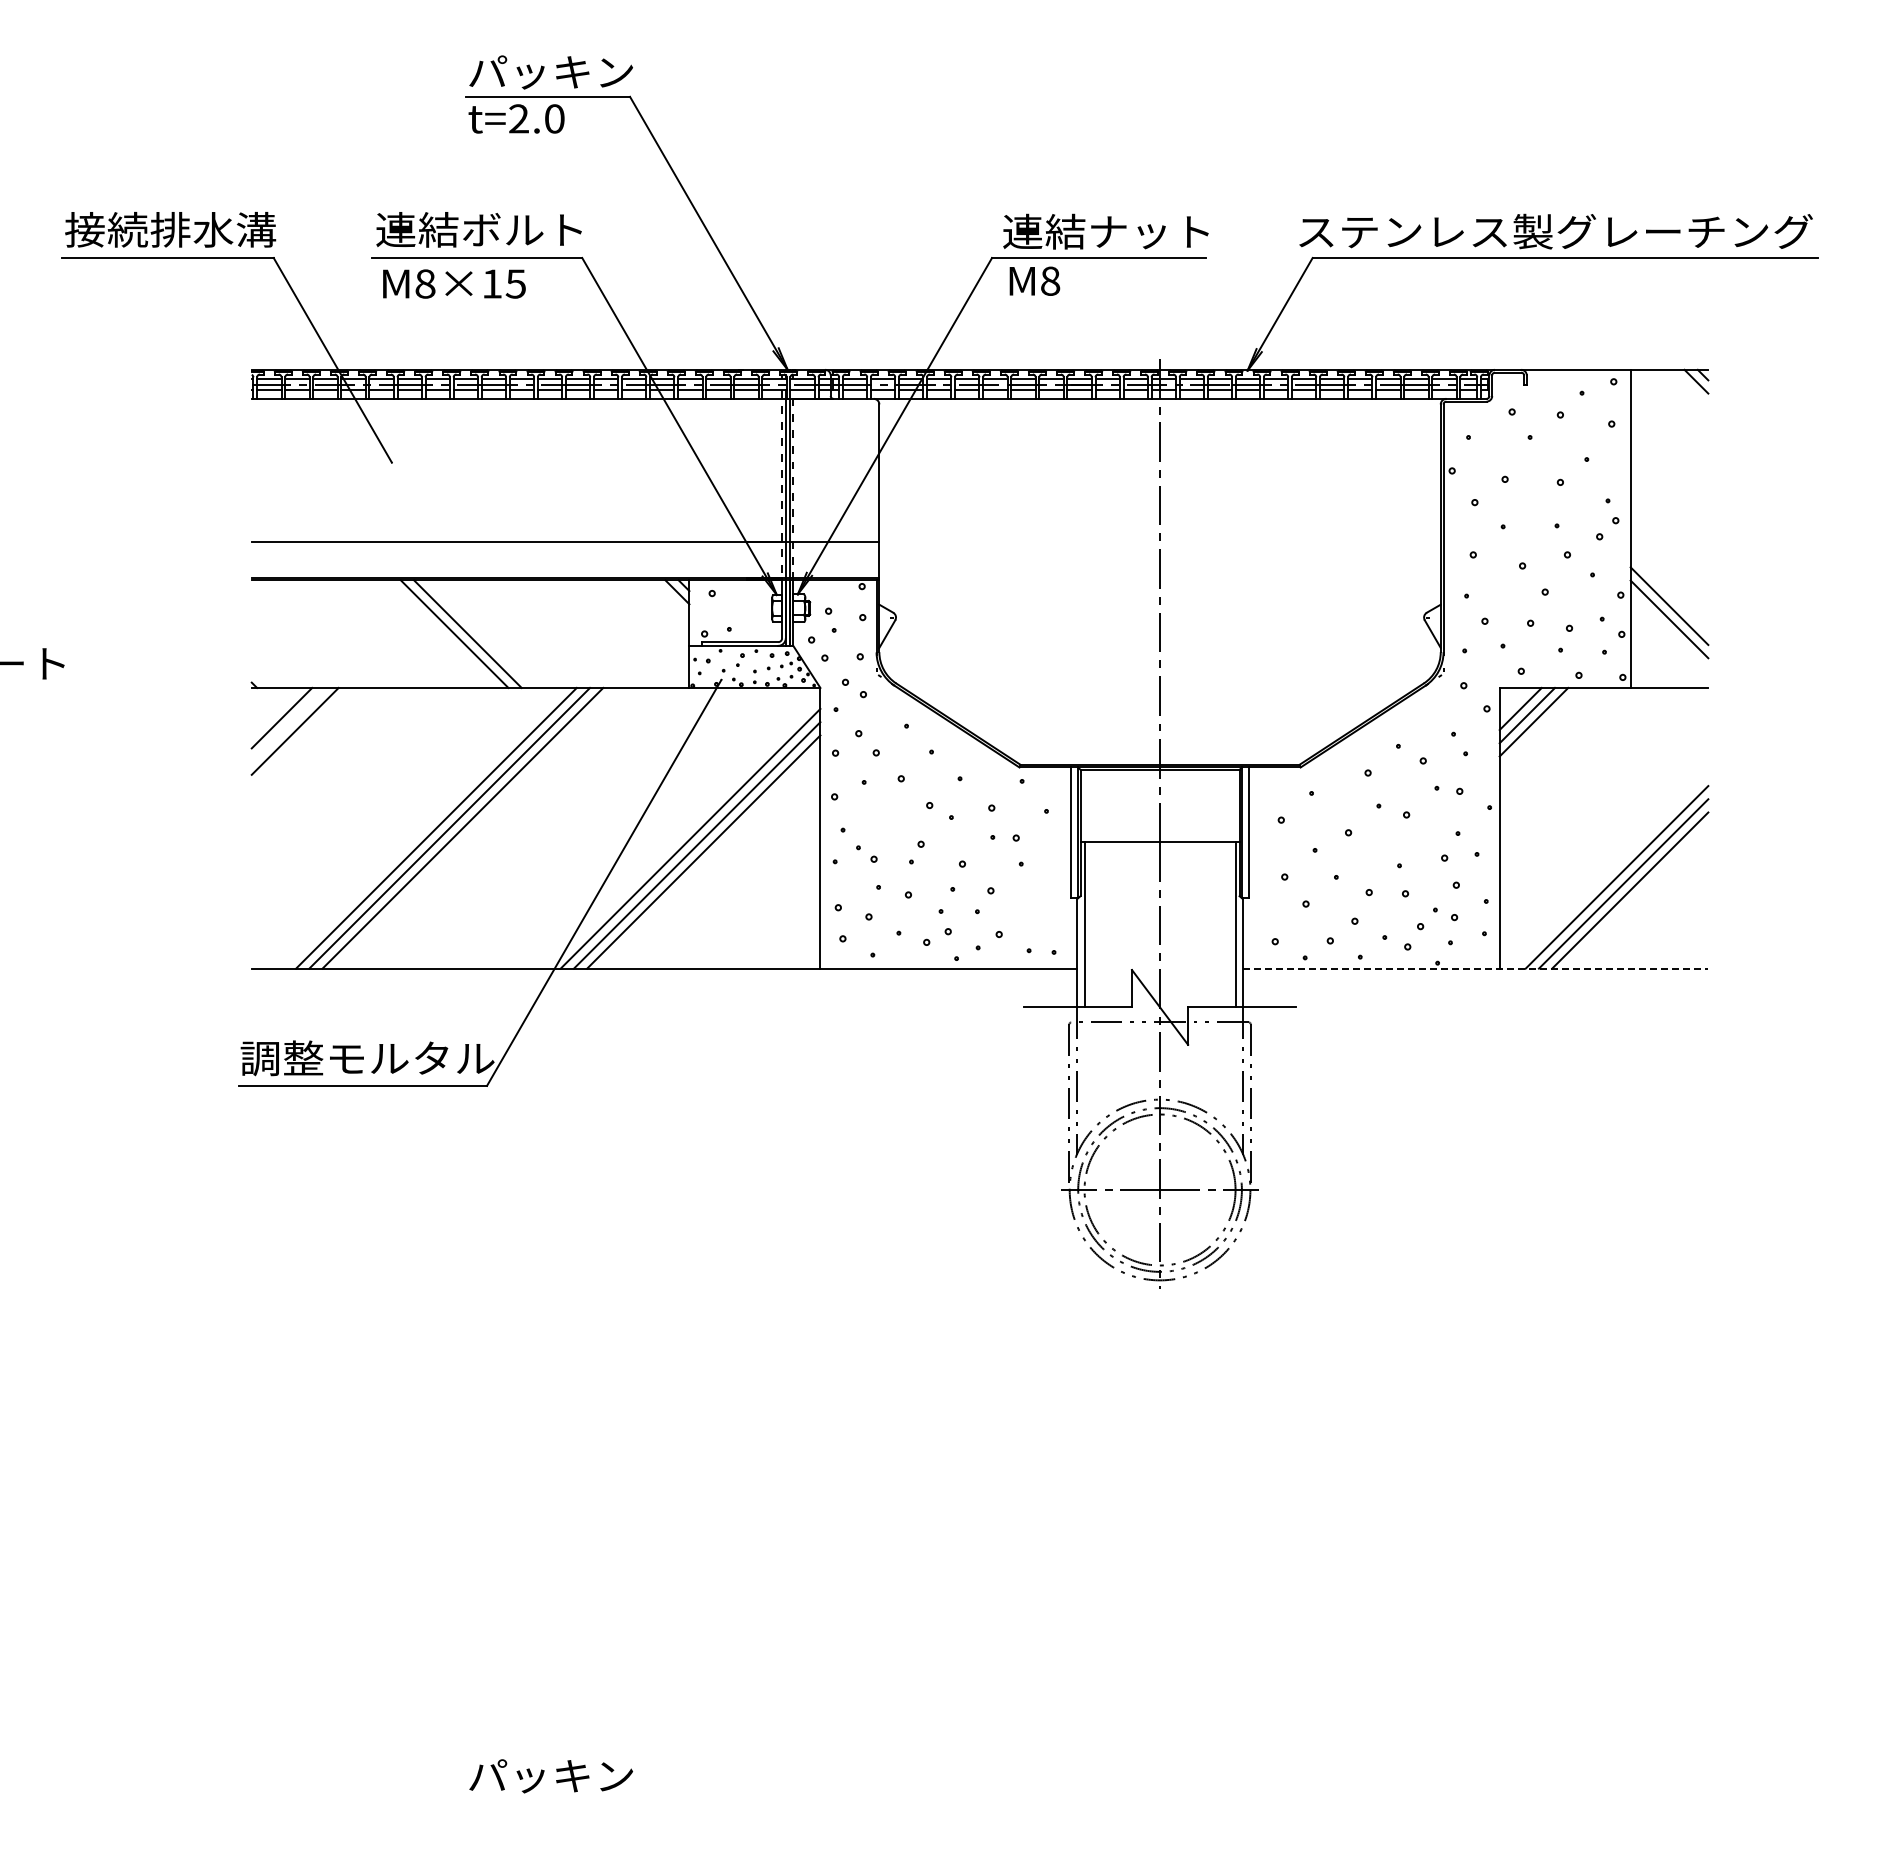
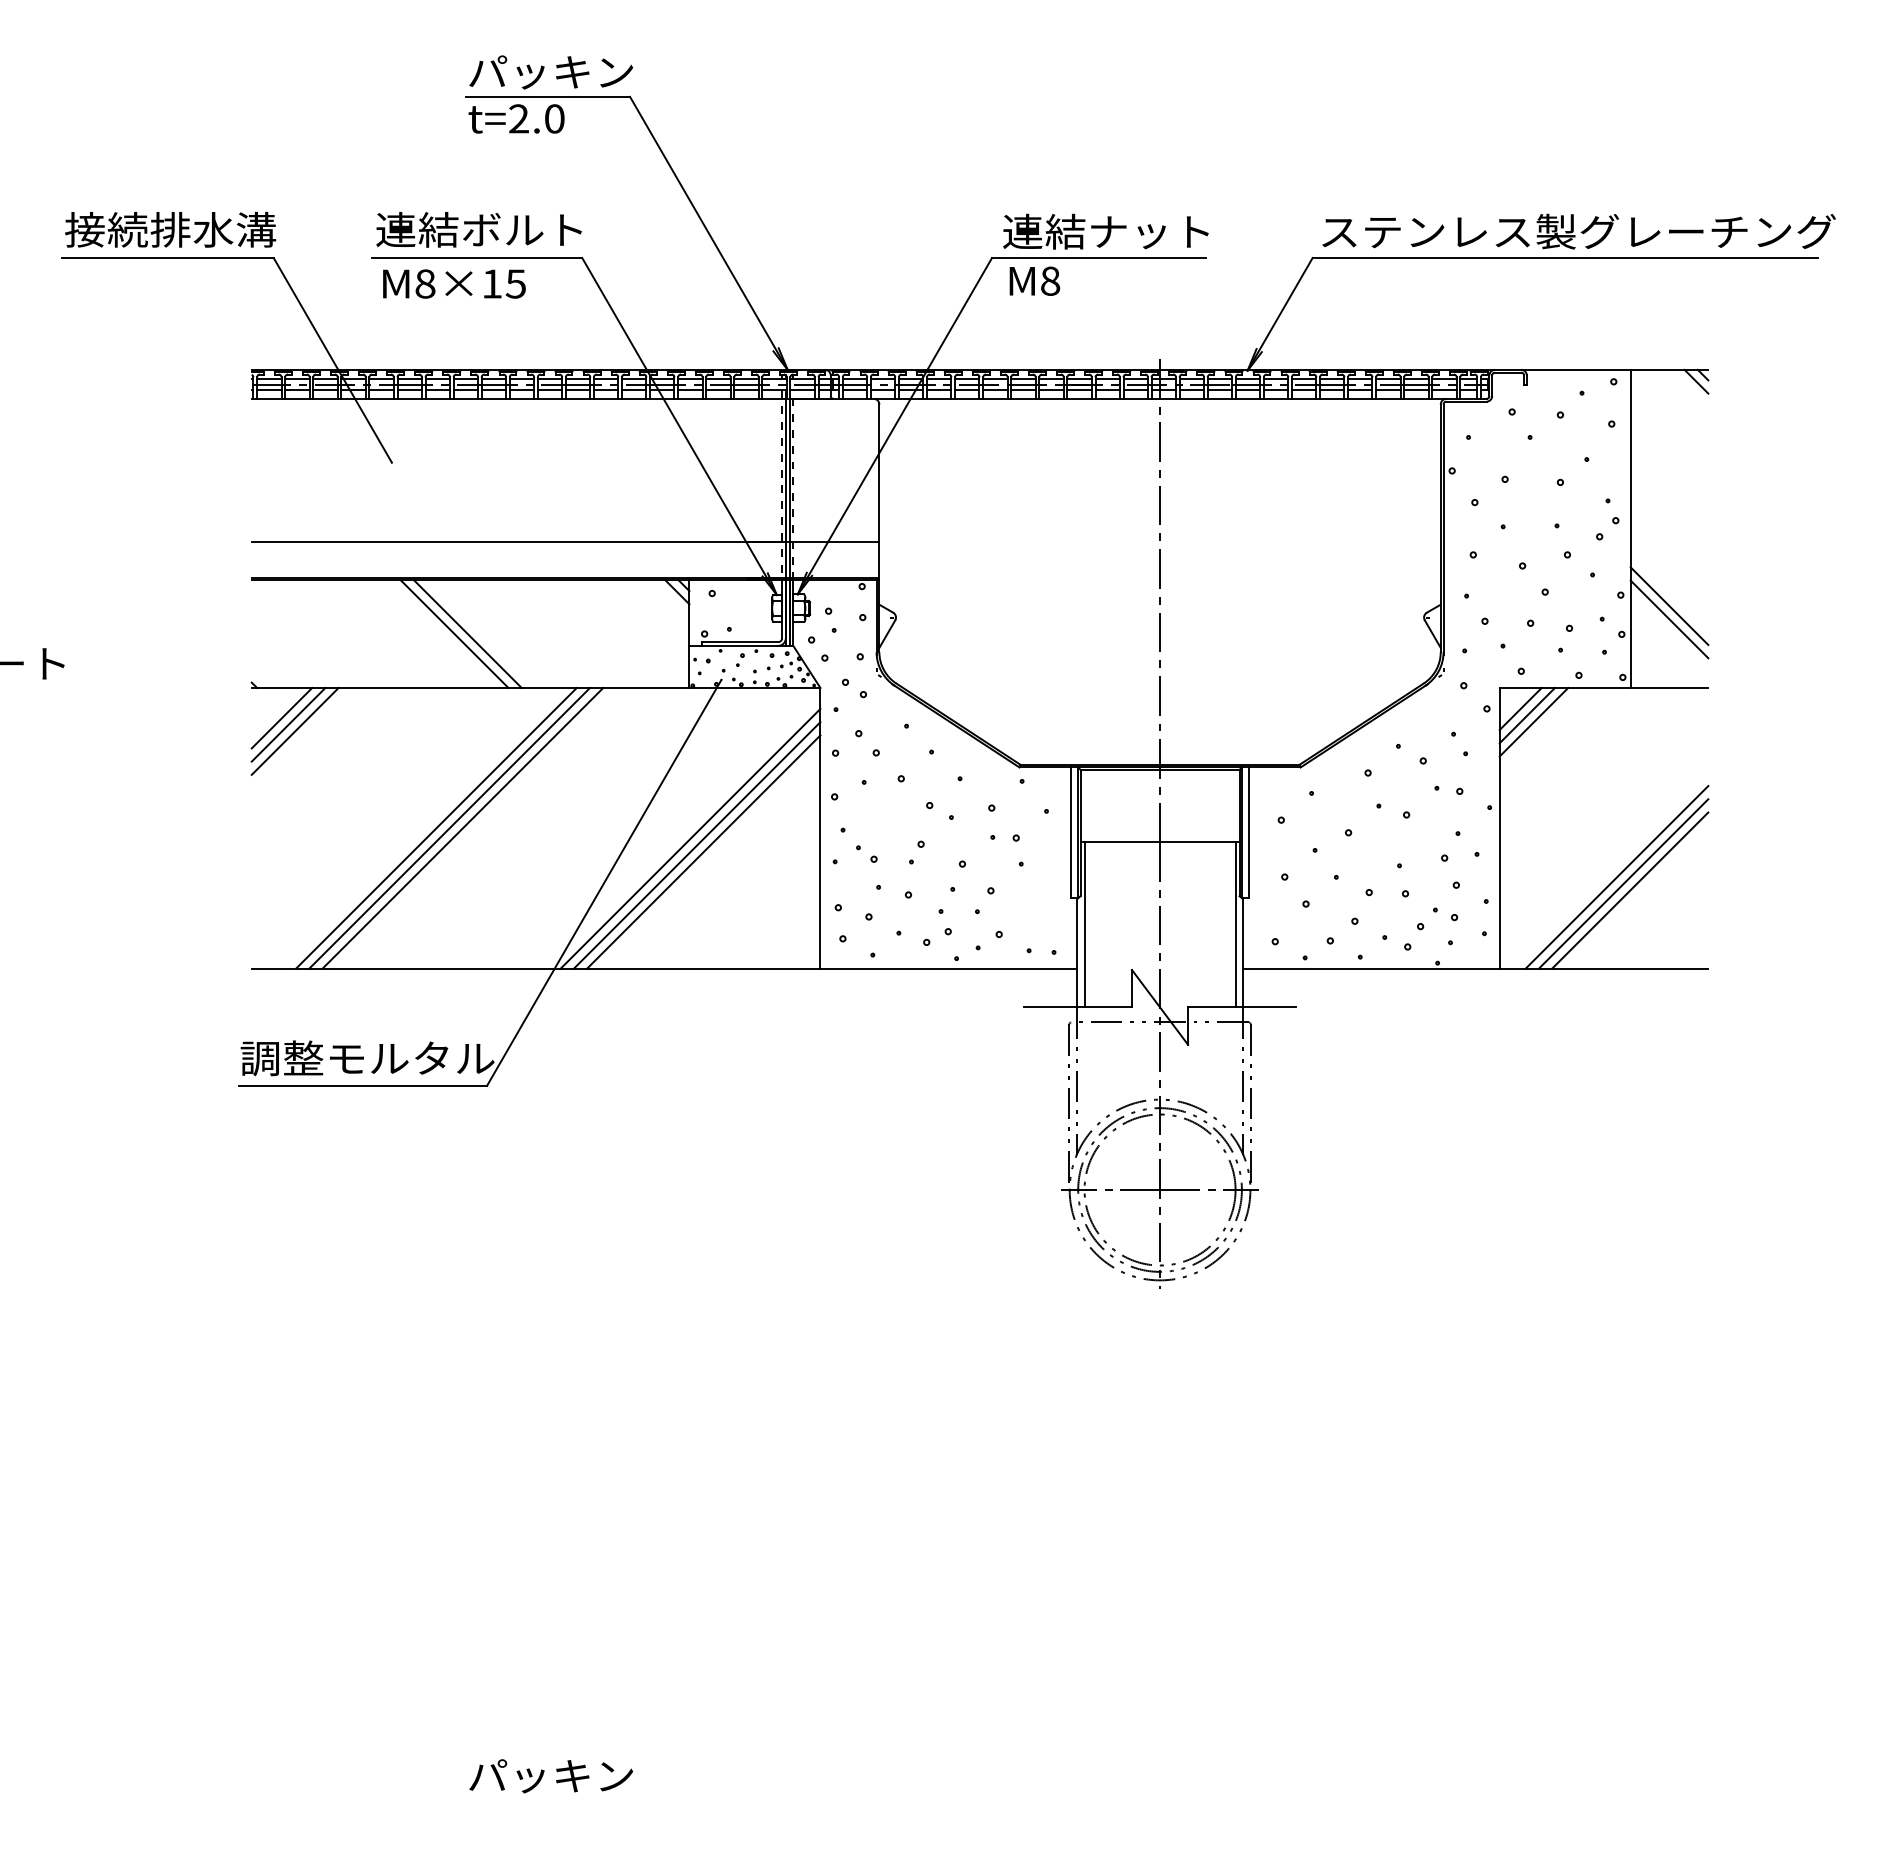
text at (1555, 231) position: (1555, 231) -> (1578, 231)
line at (288, 724): none -> present
line at (1476, 968): dashed -> solid
